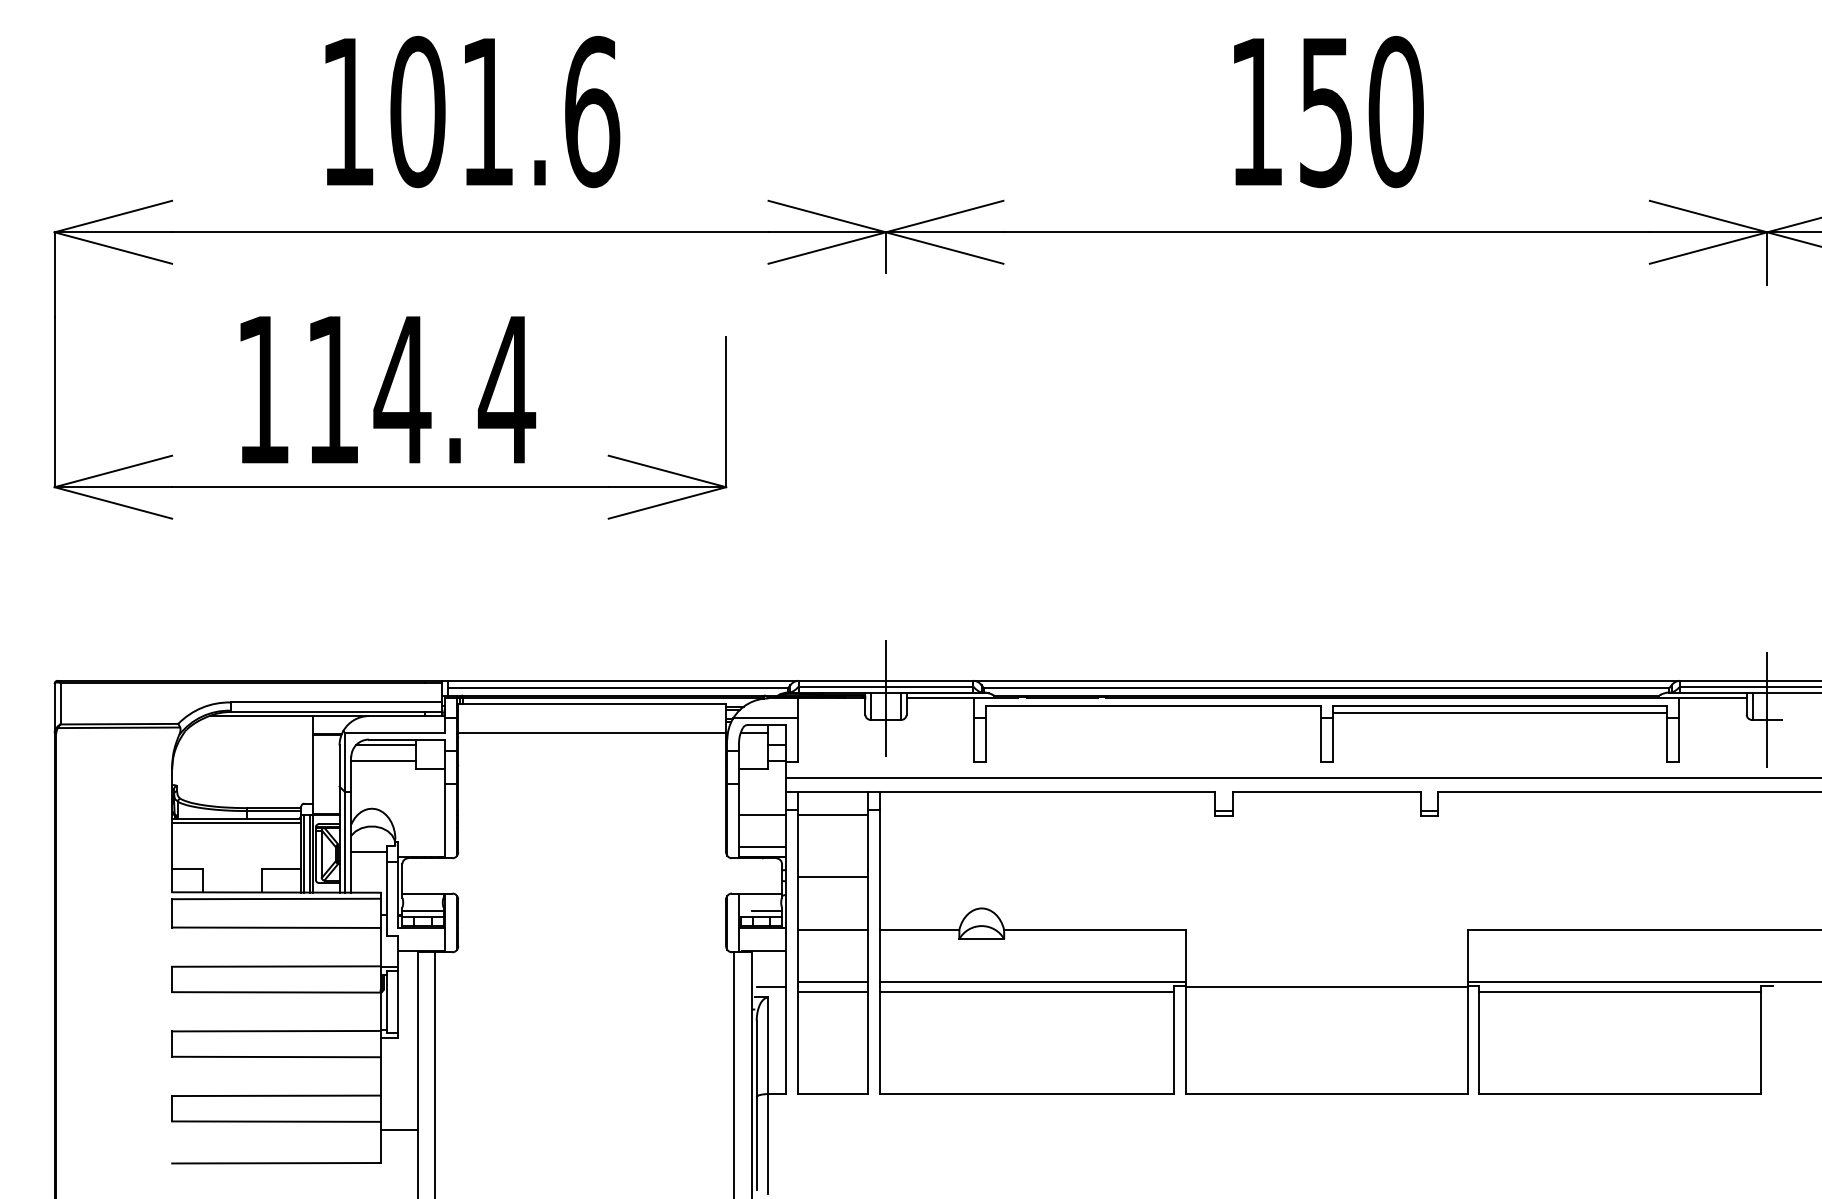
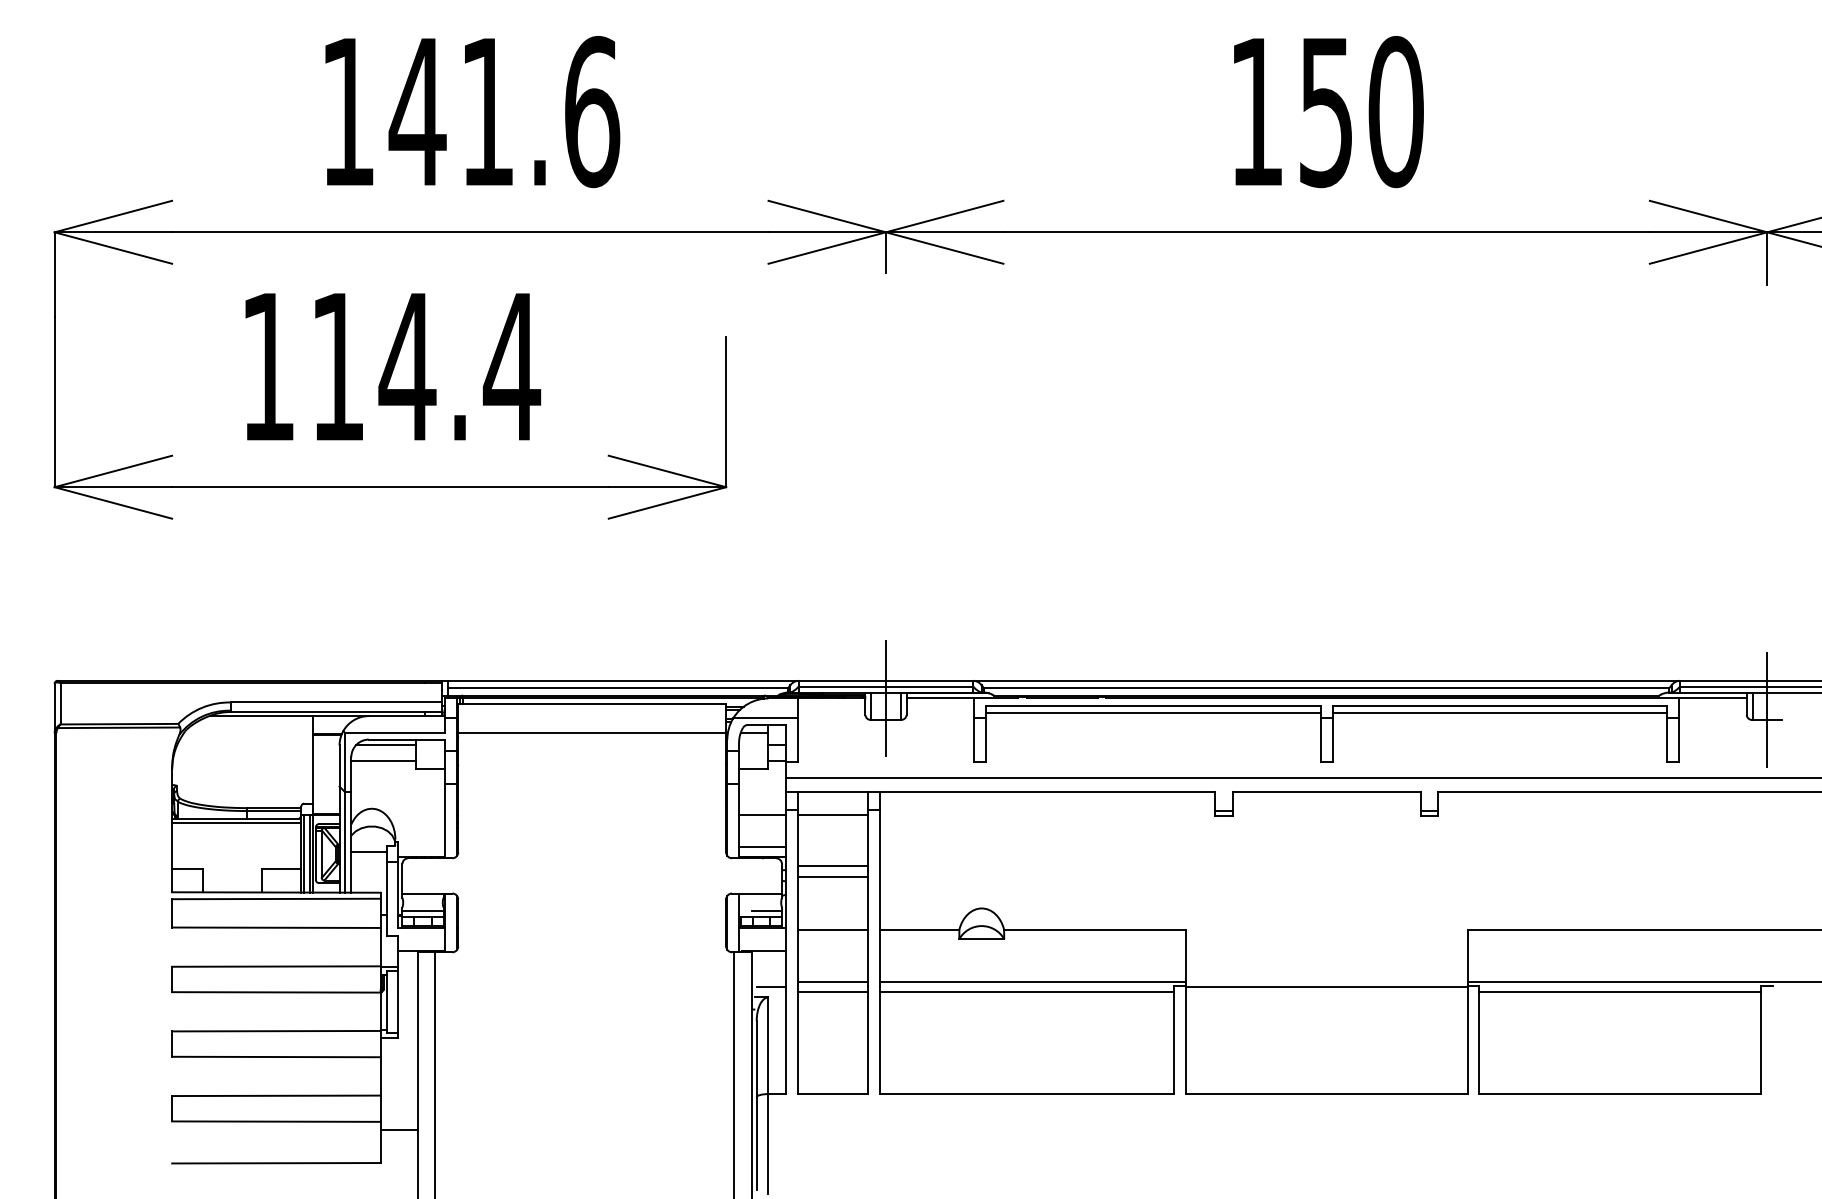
text at (417, 112): 101.6 -> 141.6
text at (388, 389) position: (388, 389) -> (393, 366)
line at (1152, 713): none -> present
line at (832, 866): none -> present
